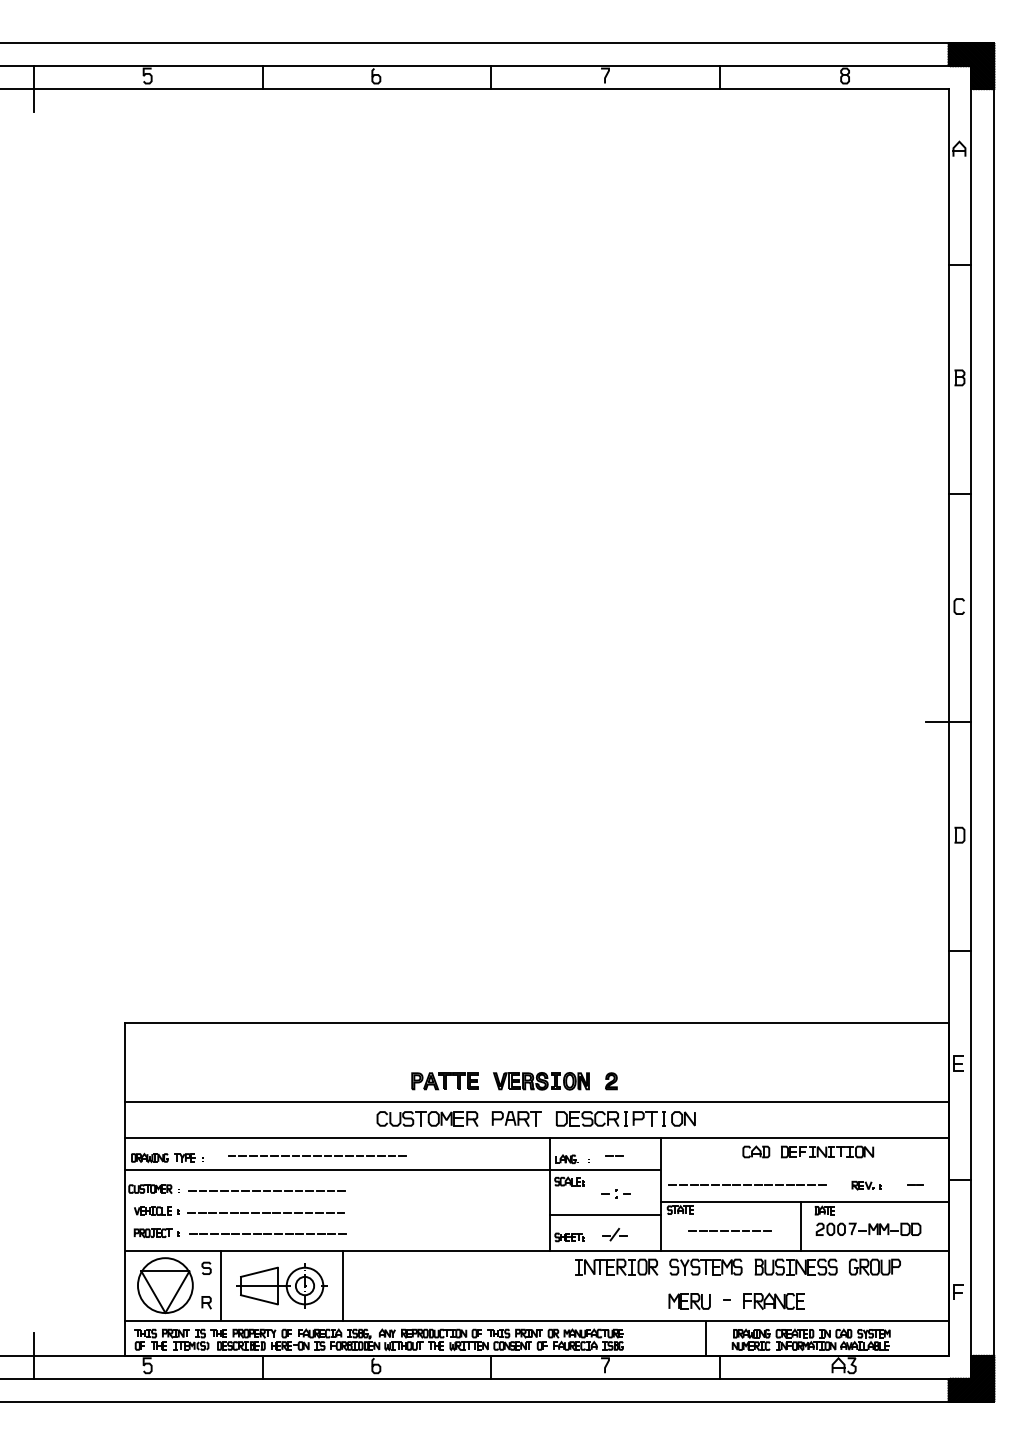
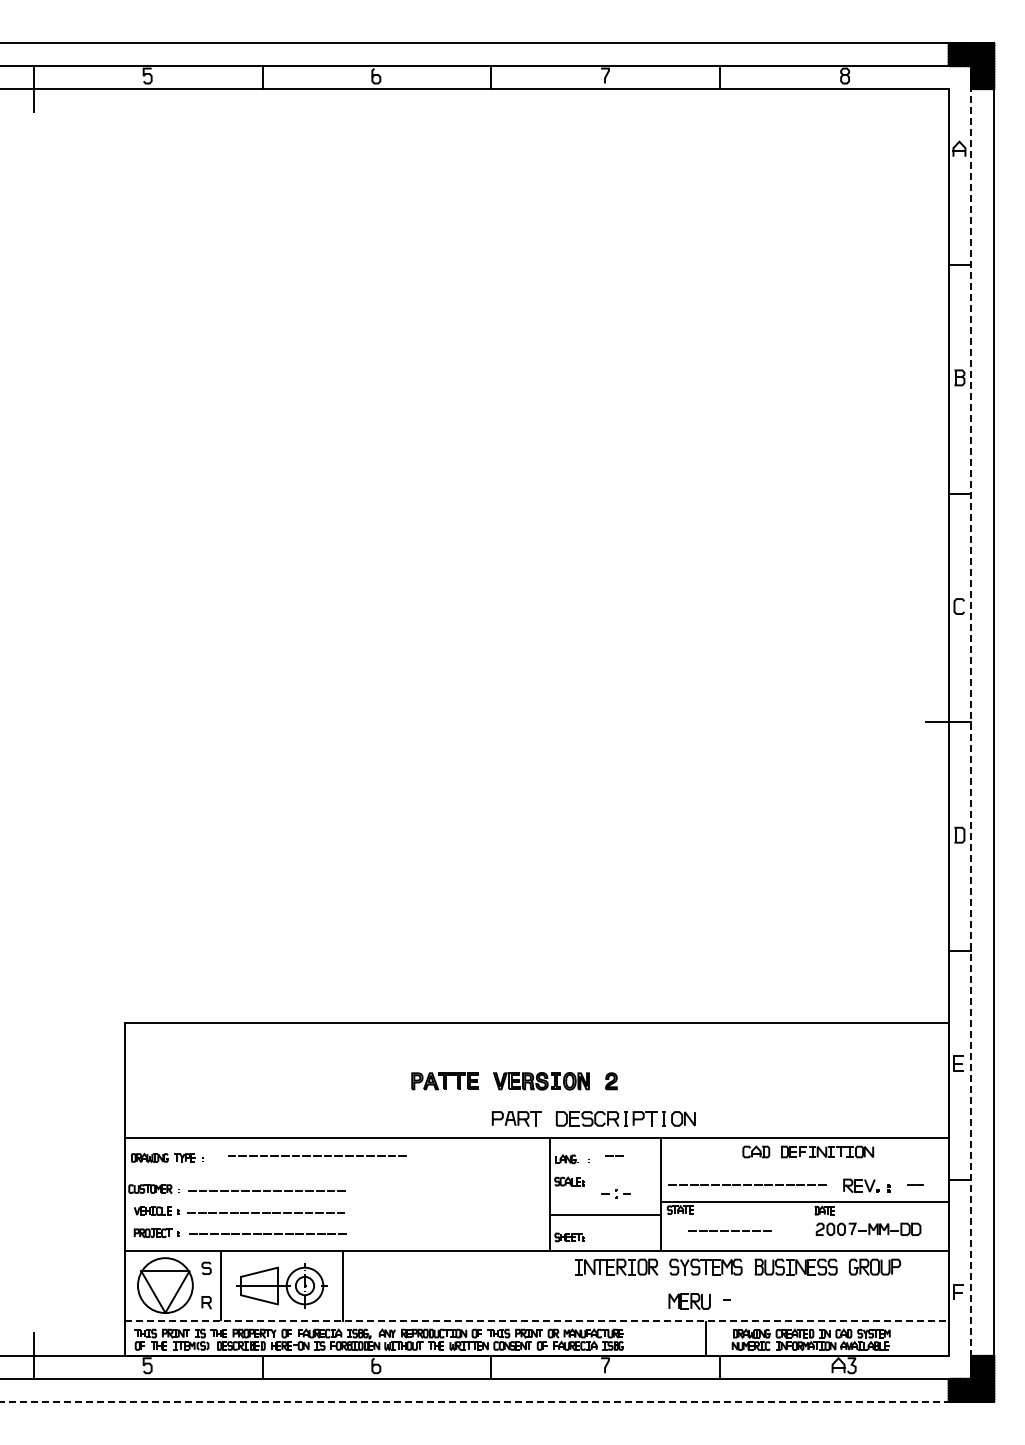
line at (971, 722): solid -> dashed
line at (536, 1102): present -> none
part at (427, 1118): present -> none
line at (392, 1170): present -> none
part at (866, 1185) size: 31x11 px -> 48x15 px
line at (801, 1225): present -> none
part at (614, 1234): present -> none
part at (773, 1300): present -> none
line at (537, 1321): solid -> dashed
line at (497, 1401): solid -> dashed
